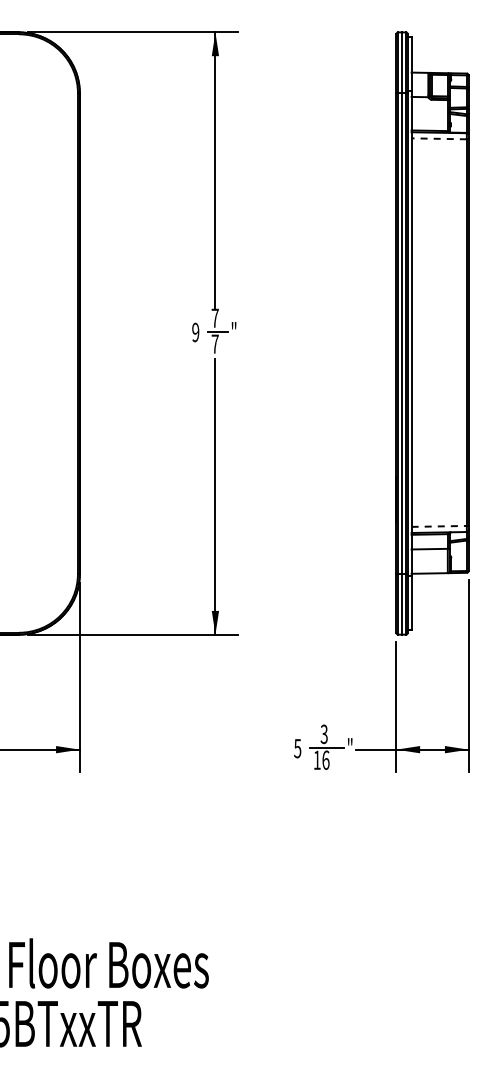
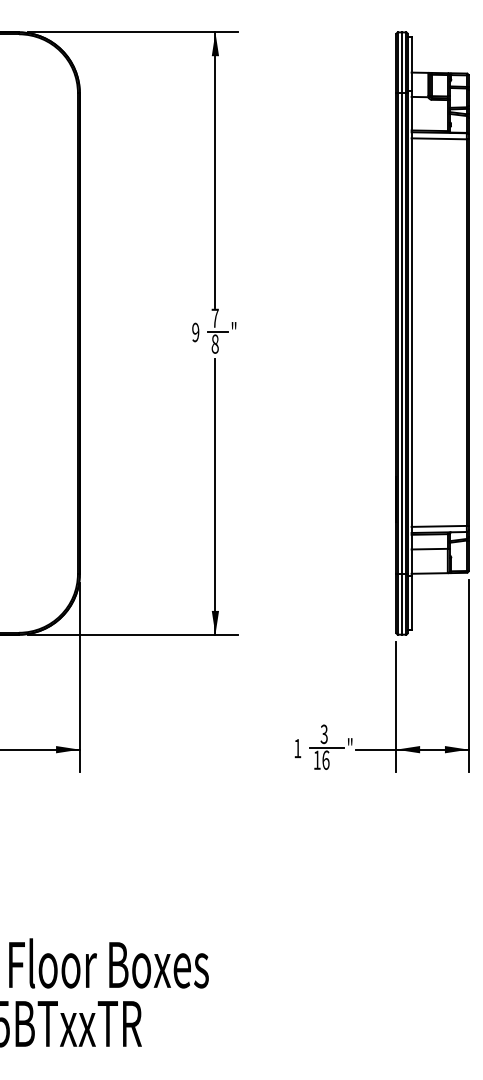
line at (439, 138): dashed -> solid
text at (214, 343): 7 -> 8
line at (439, 526): dashed -> solid
text at (297, 748): 5 -> 1
